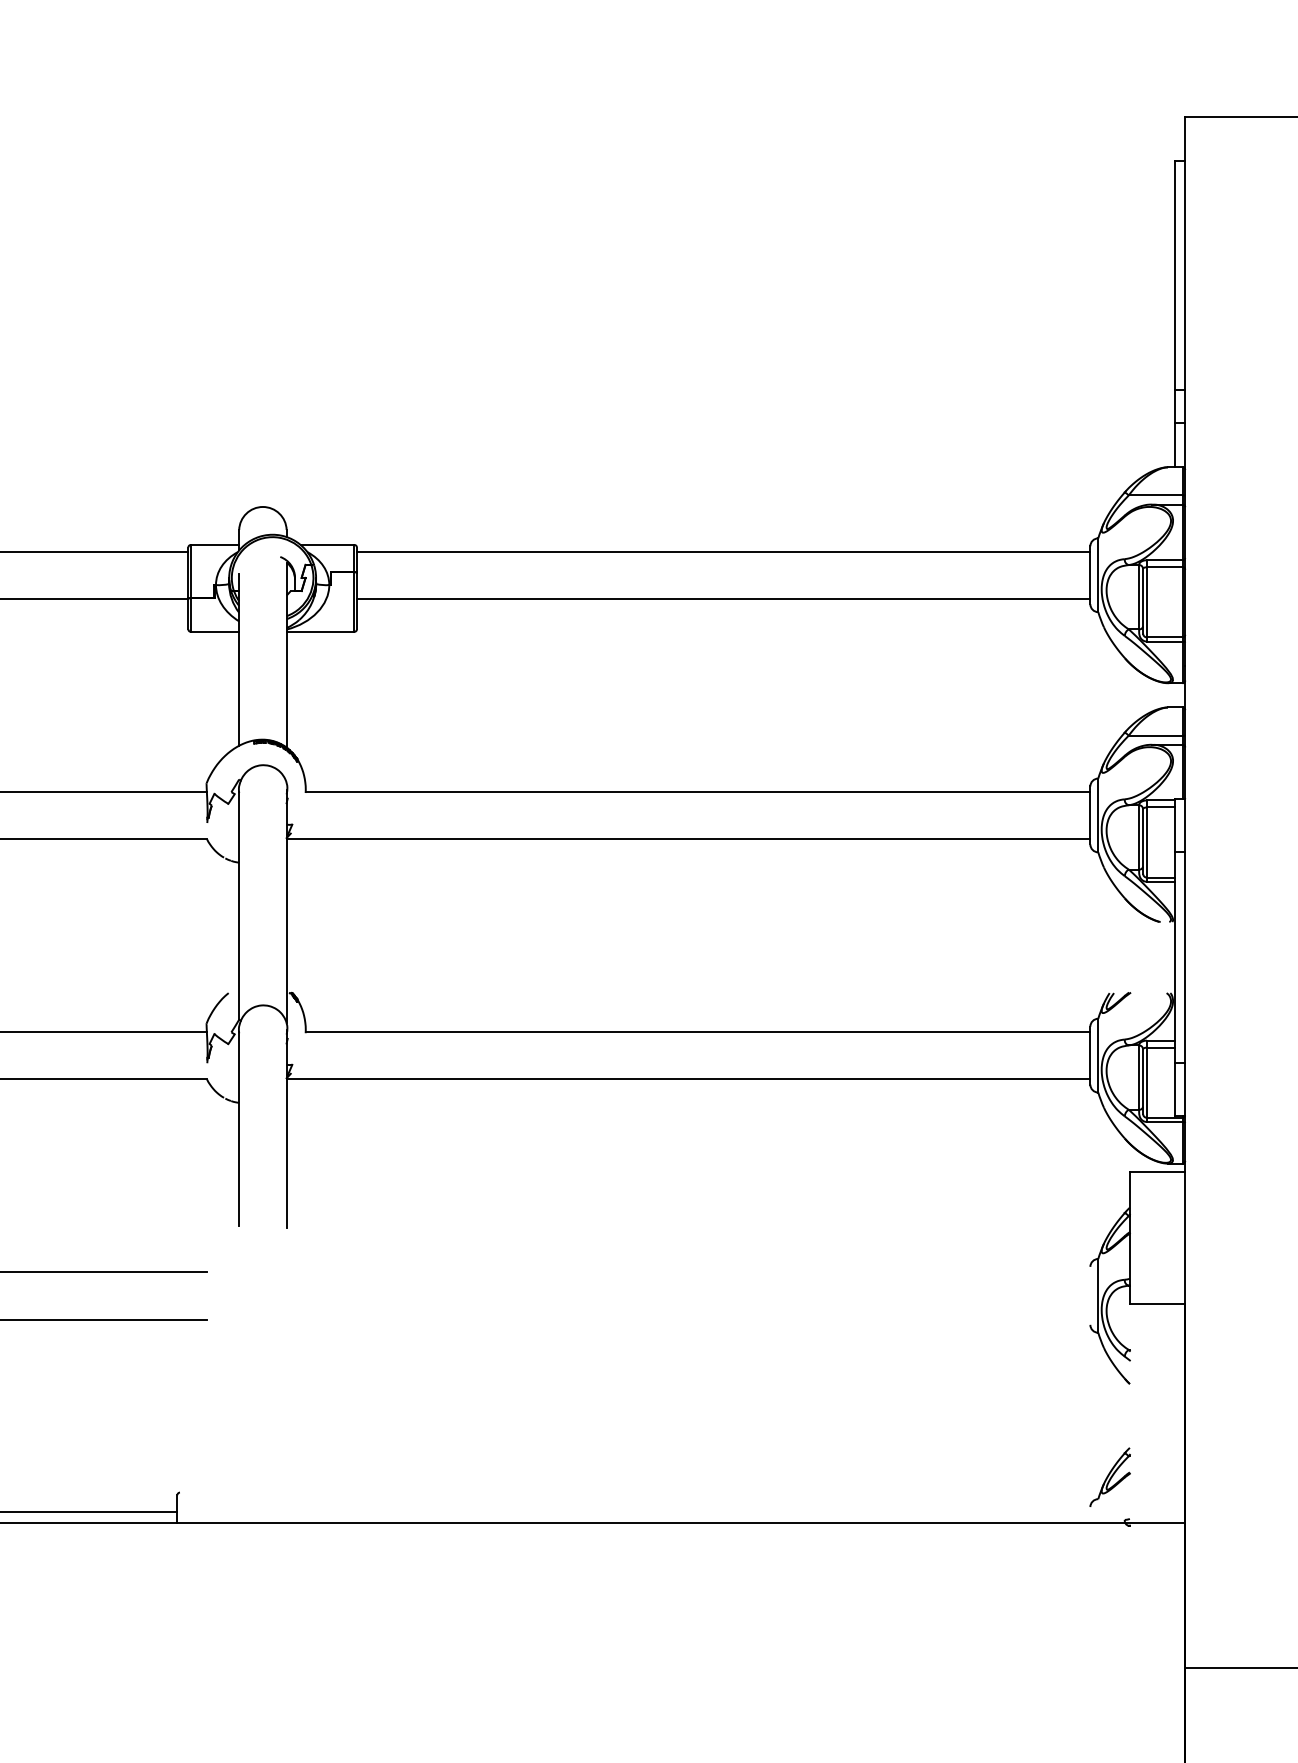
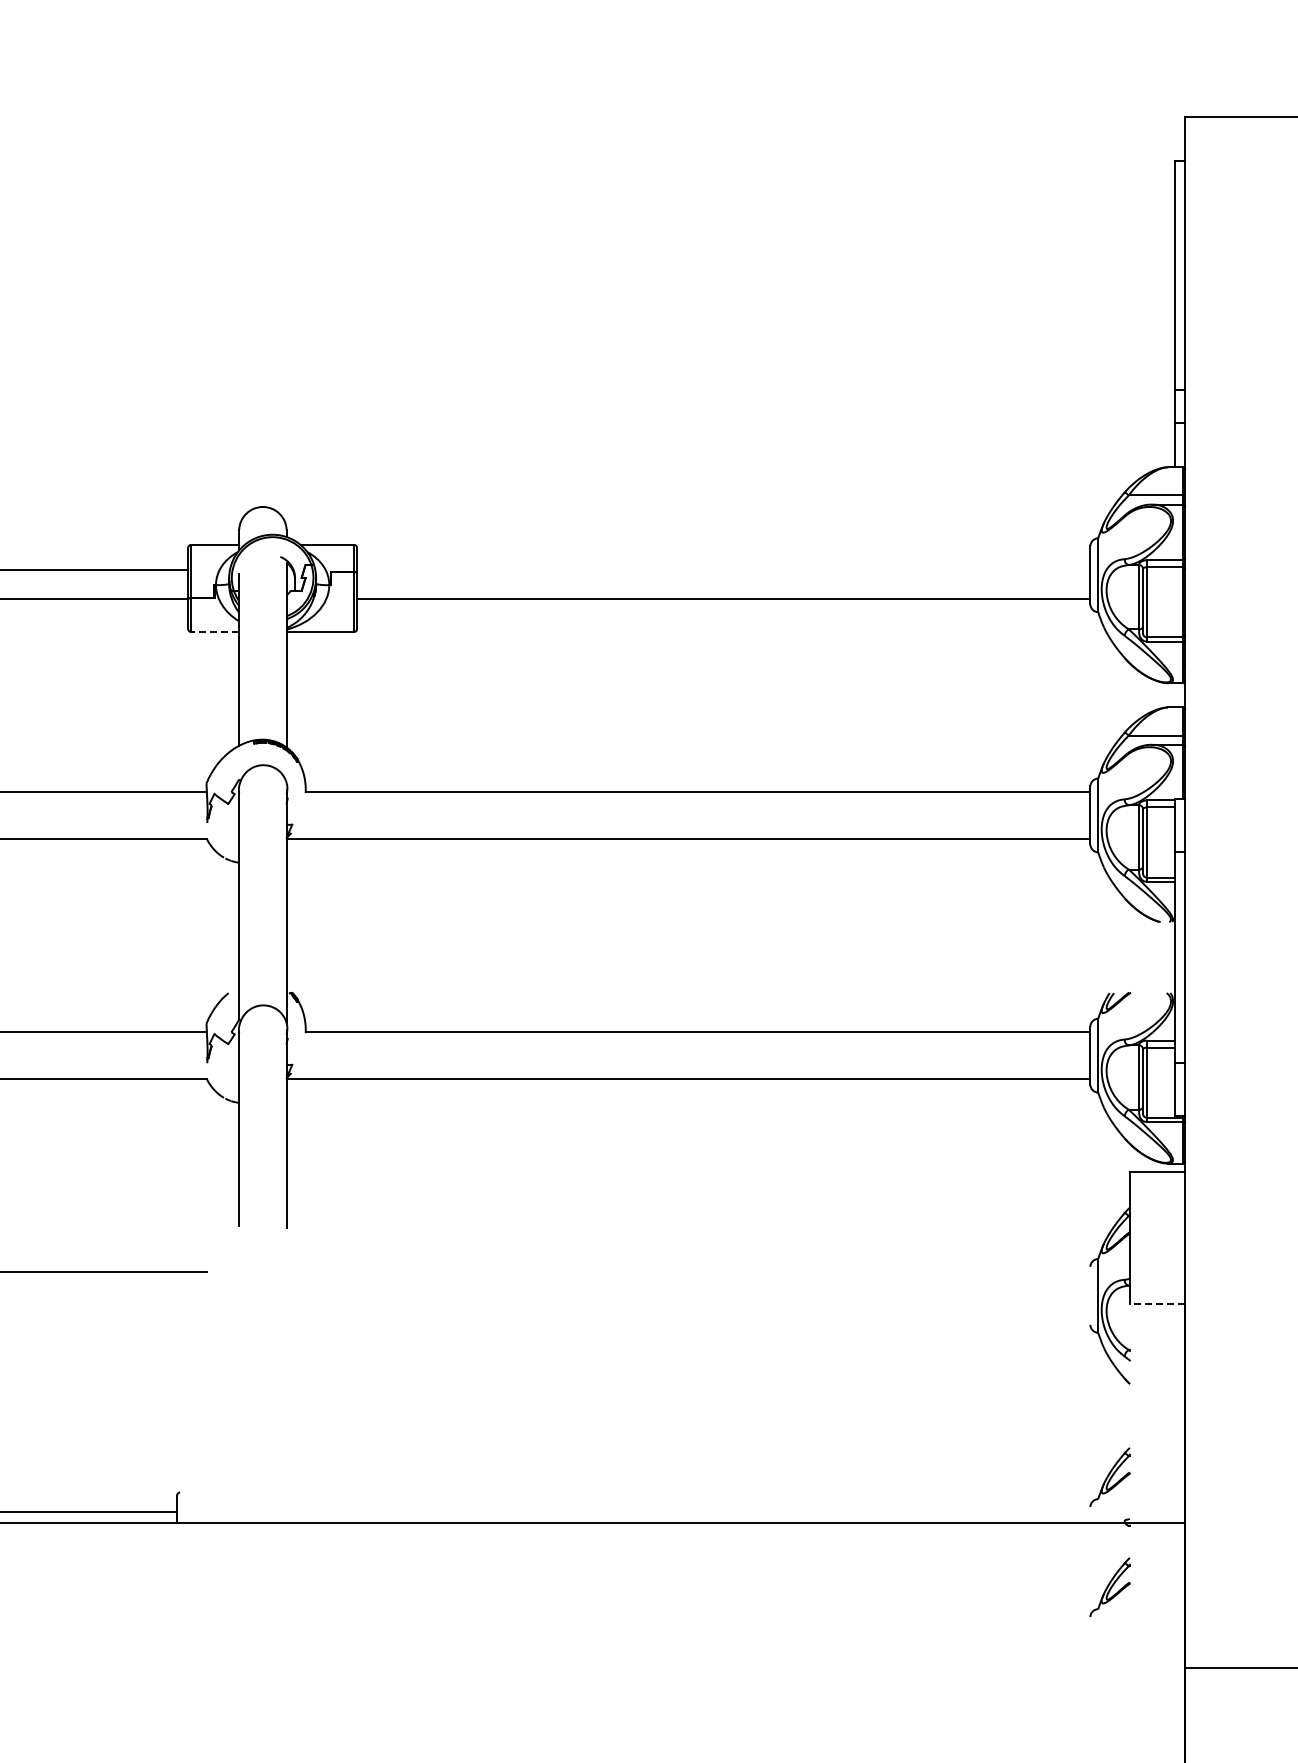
line at (95, 551) position: (95, 551) -> (95, 569)
line at (723, 551): present -> none
line at (214, 631): solid -> dashed
line at (1157, 1303): solid -> dashed
line at (104, 1319): present -> none
part at (1109, 1586): none -> present
